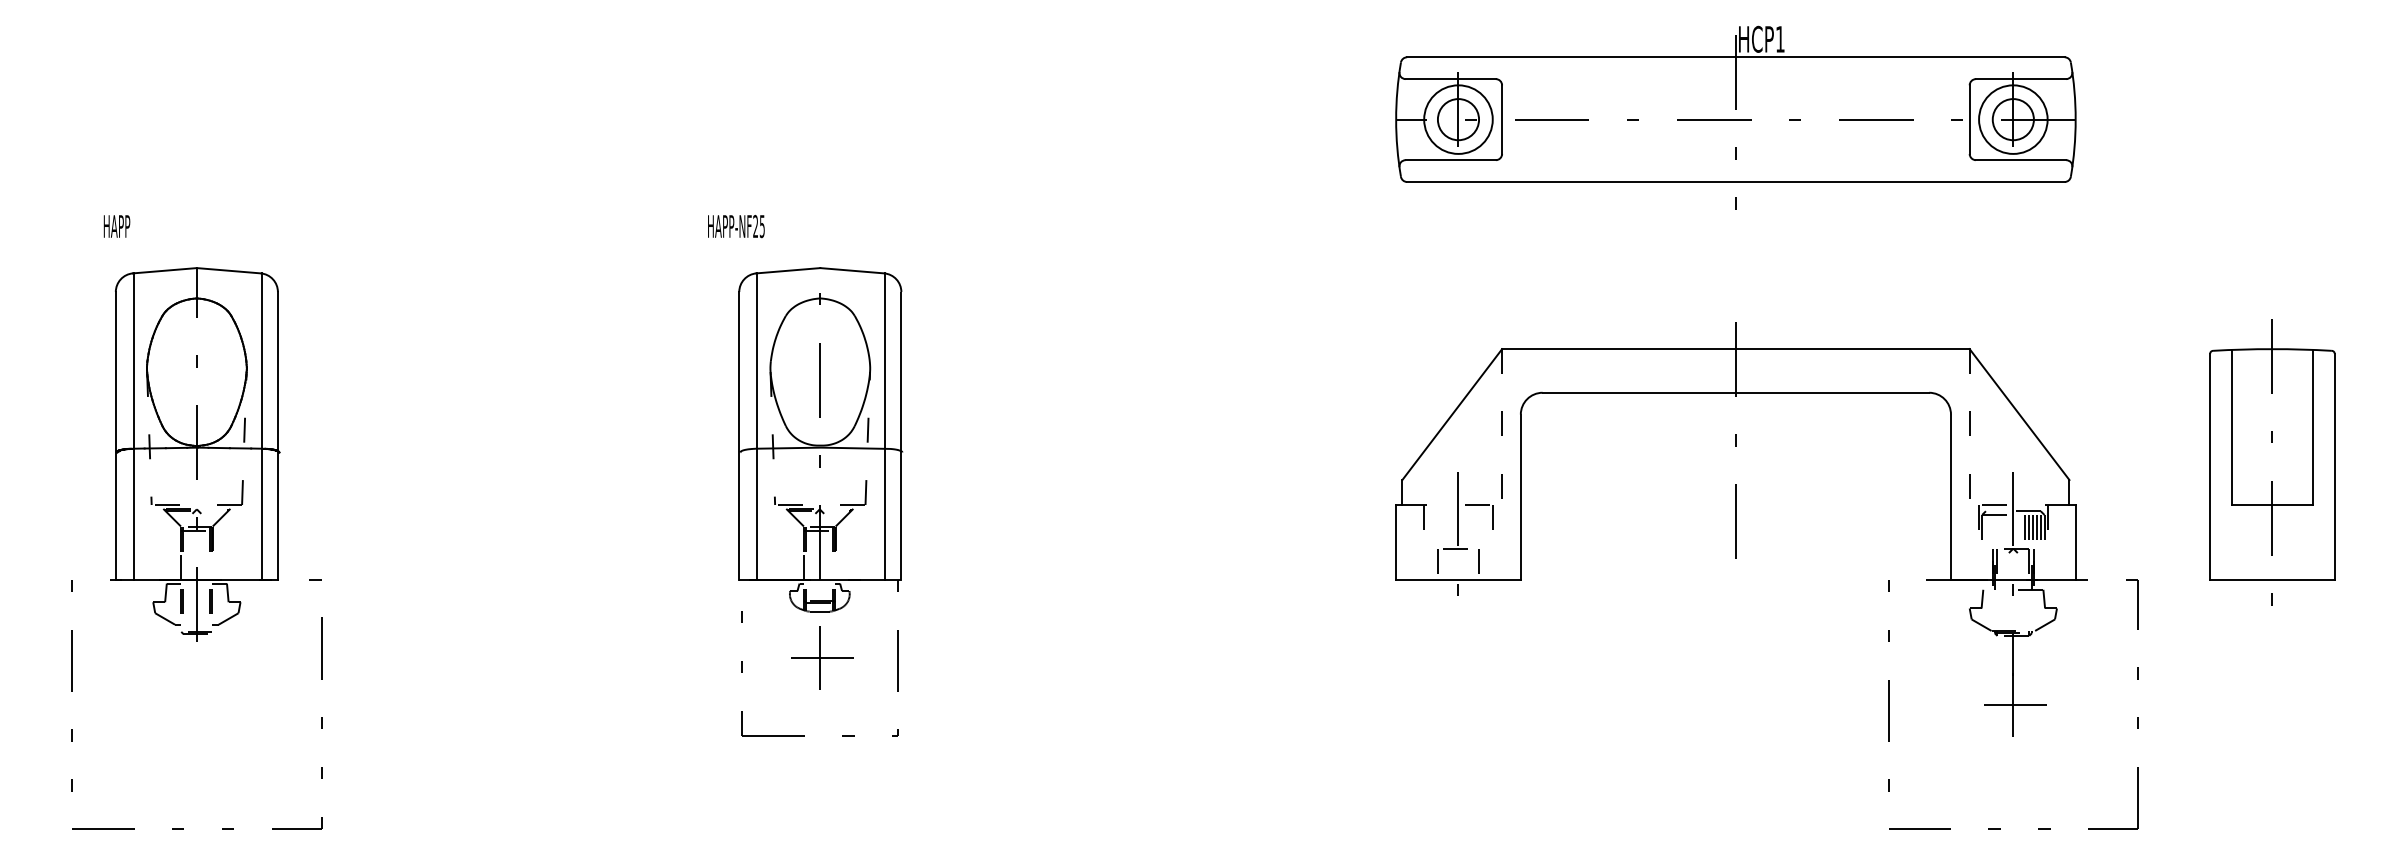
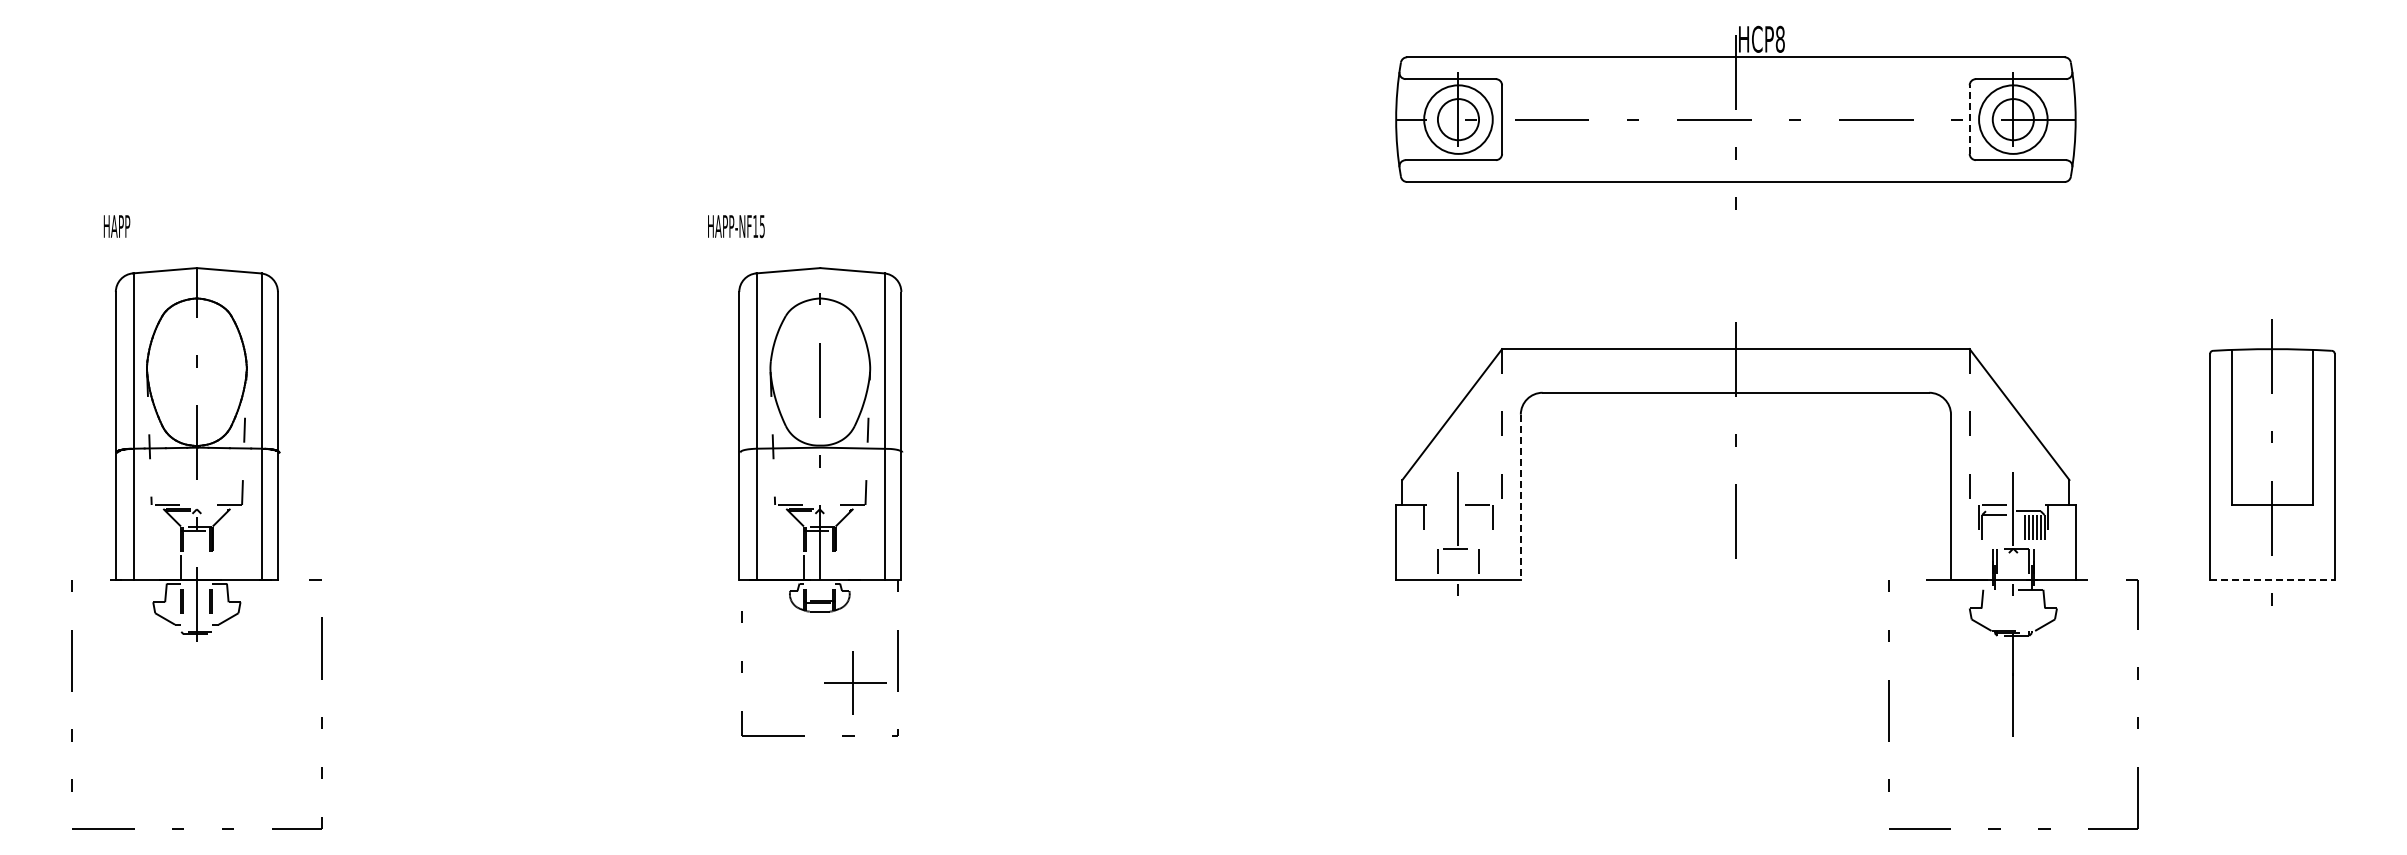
text at (1779, 38): HCP1 -> HCP8
line at (1969, 119): solid -> dashed
text at (755, 225): HAPP-NF25 -> HAPP-NF15
line at (1520, 497): solid -> dashed
line at (2272, 579): solid -> dashed
part at (822, 657) position: (822, 657) -> (855, 682)
line at (2015, 704): present -> none
